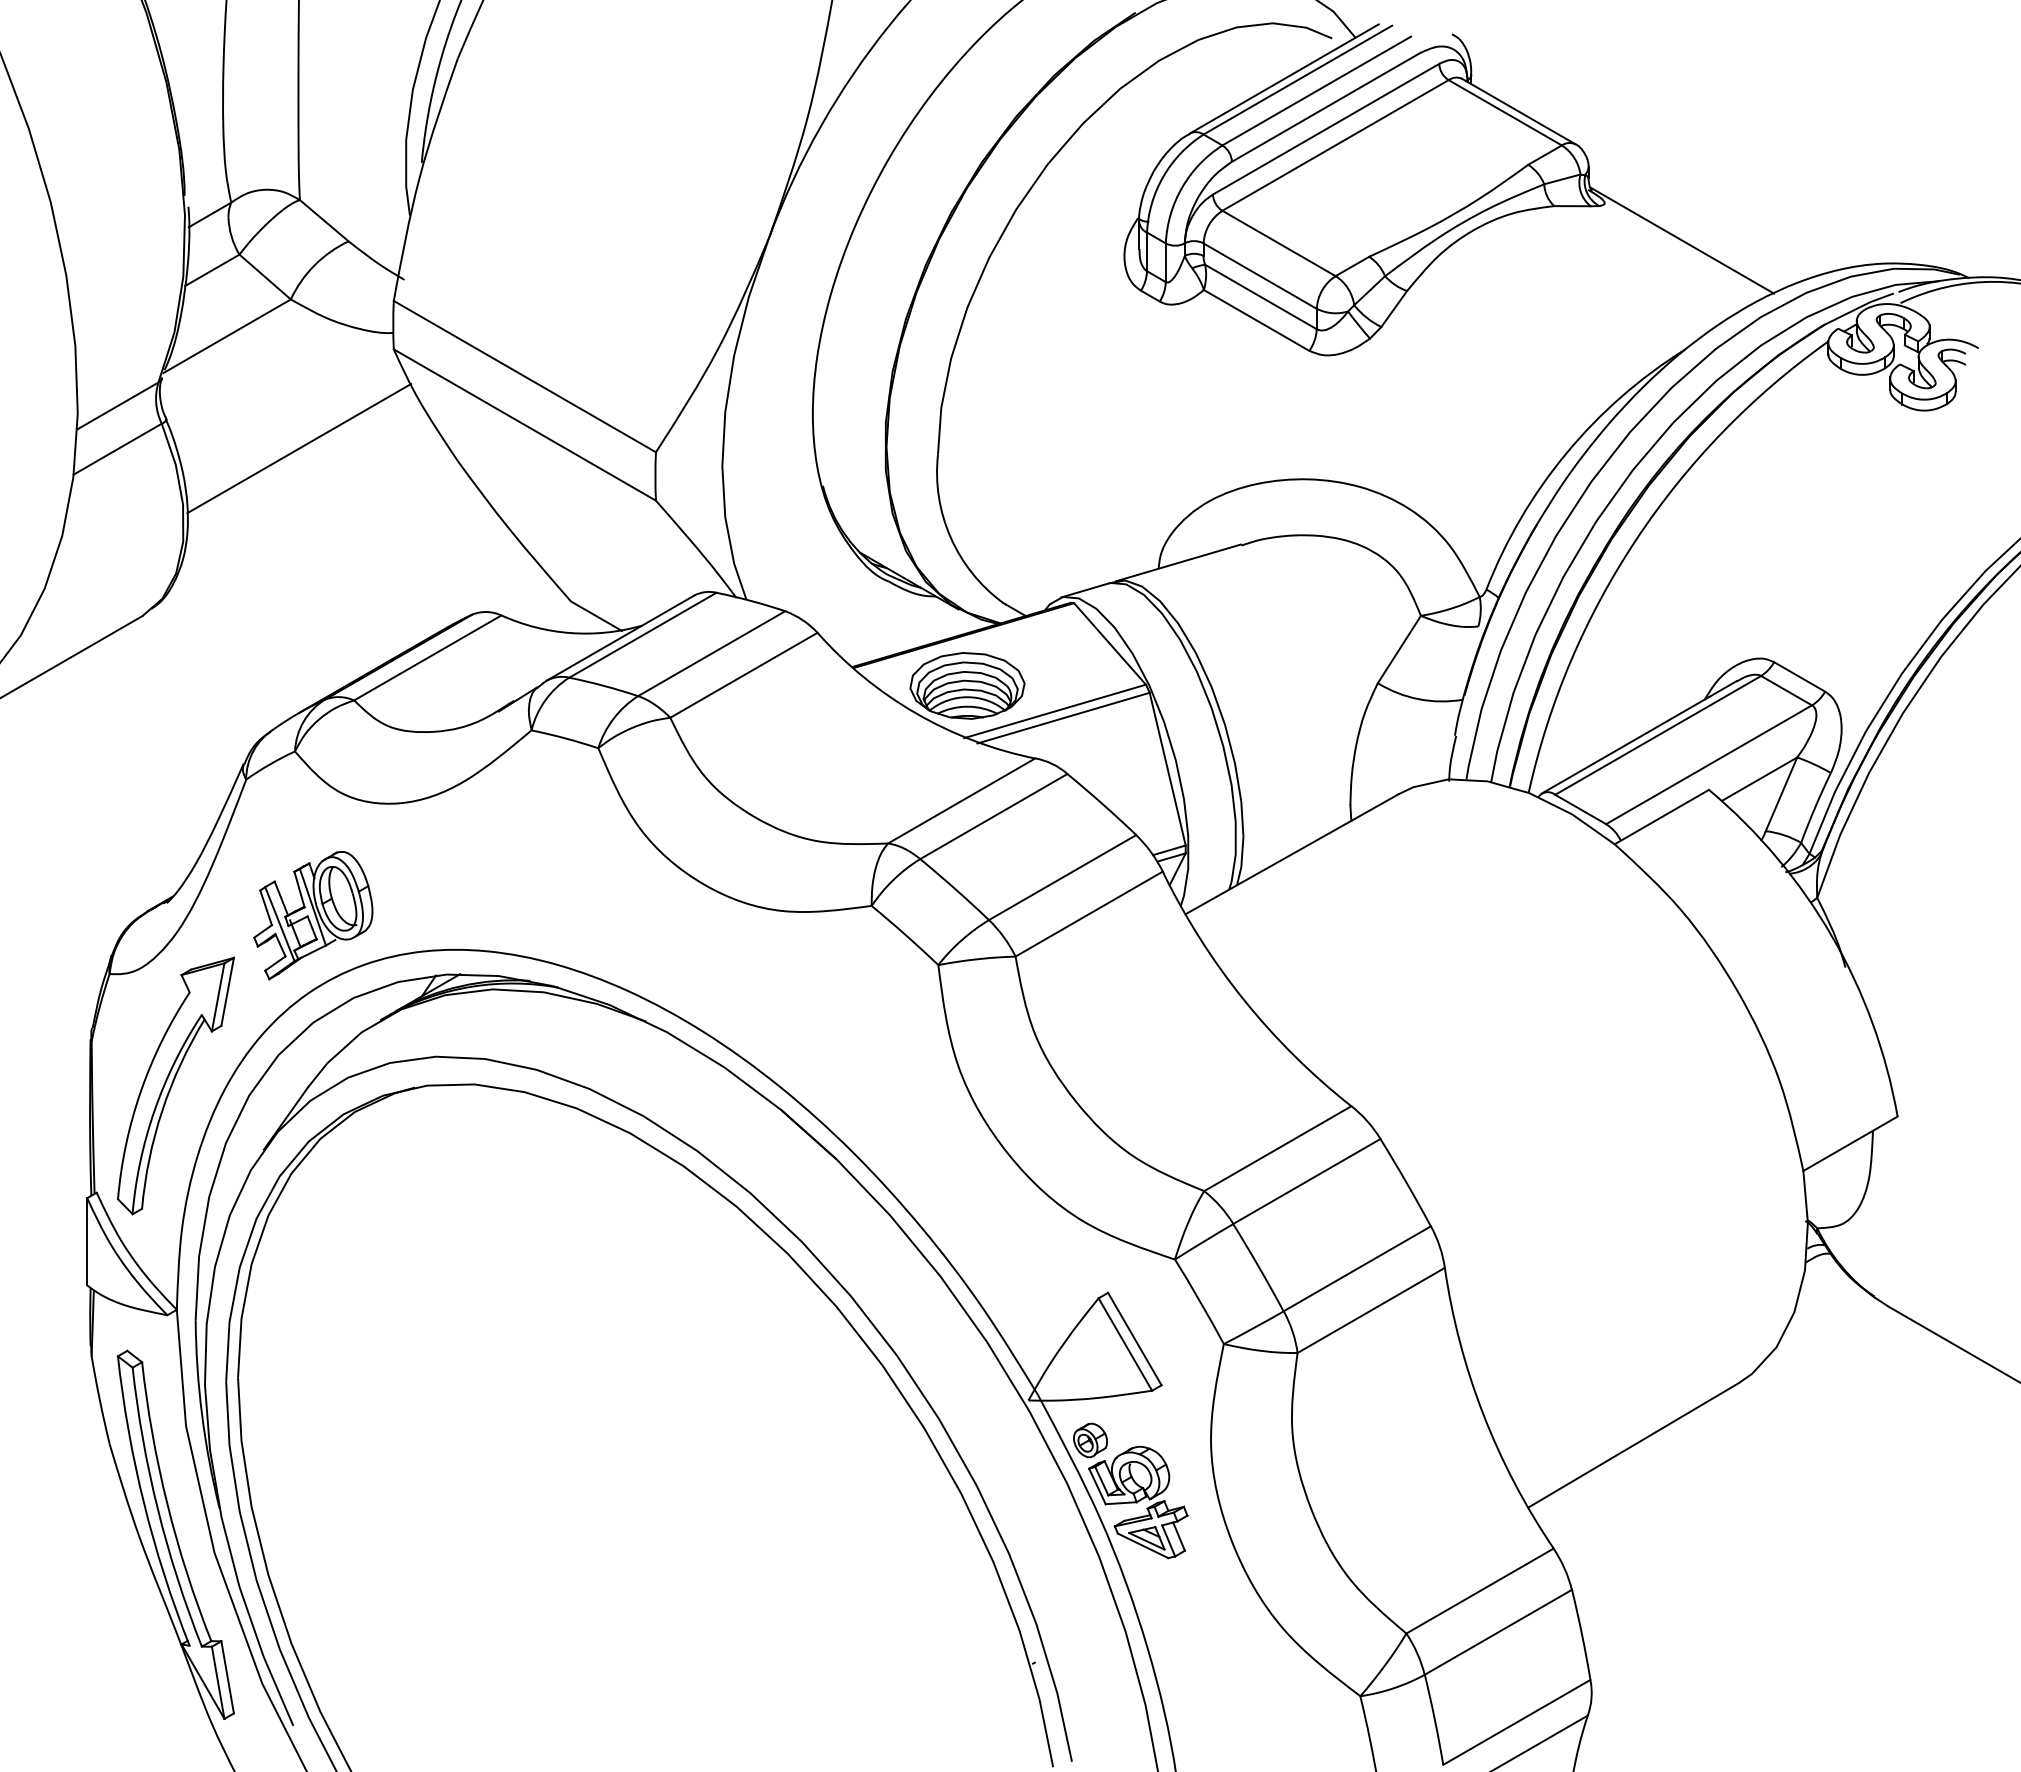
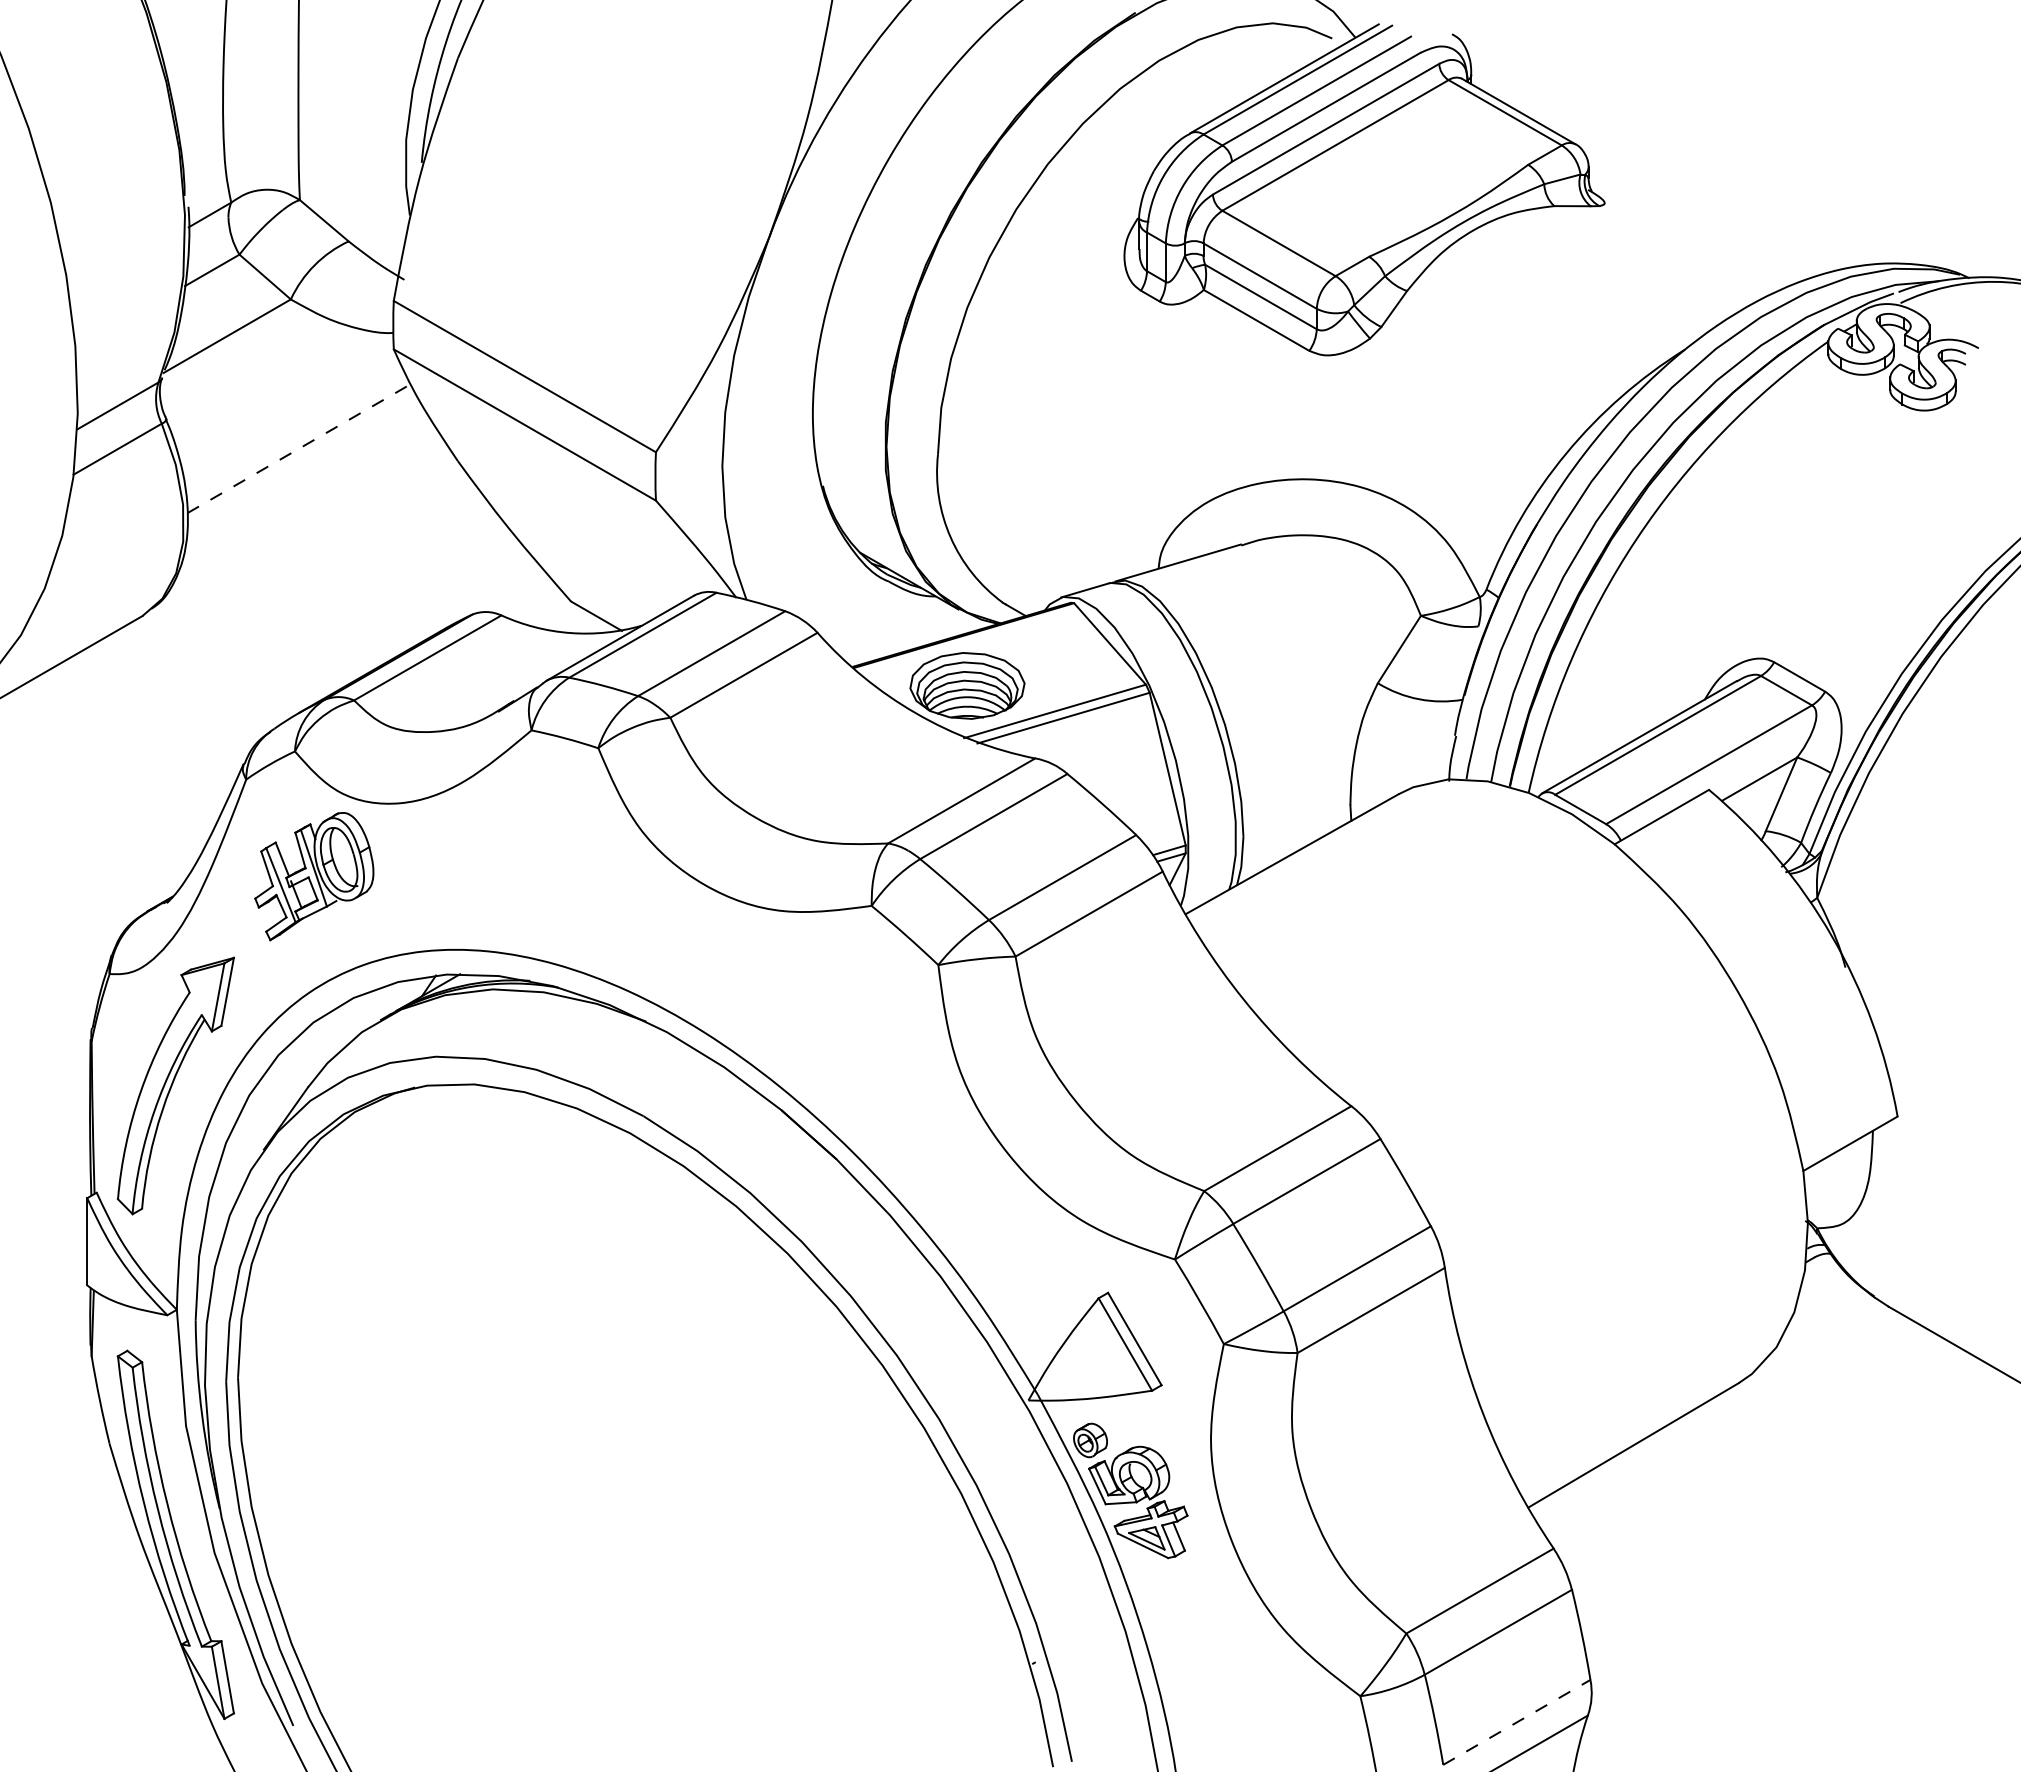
line at (1682, 240): present -> none
line at (299, 448): solid -> dashed
part at (313, 915) position: (313, 915) -> (314, 876)
line at (1516, 1722): solid -> dashed
